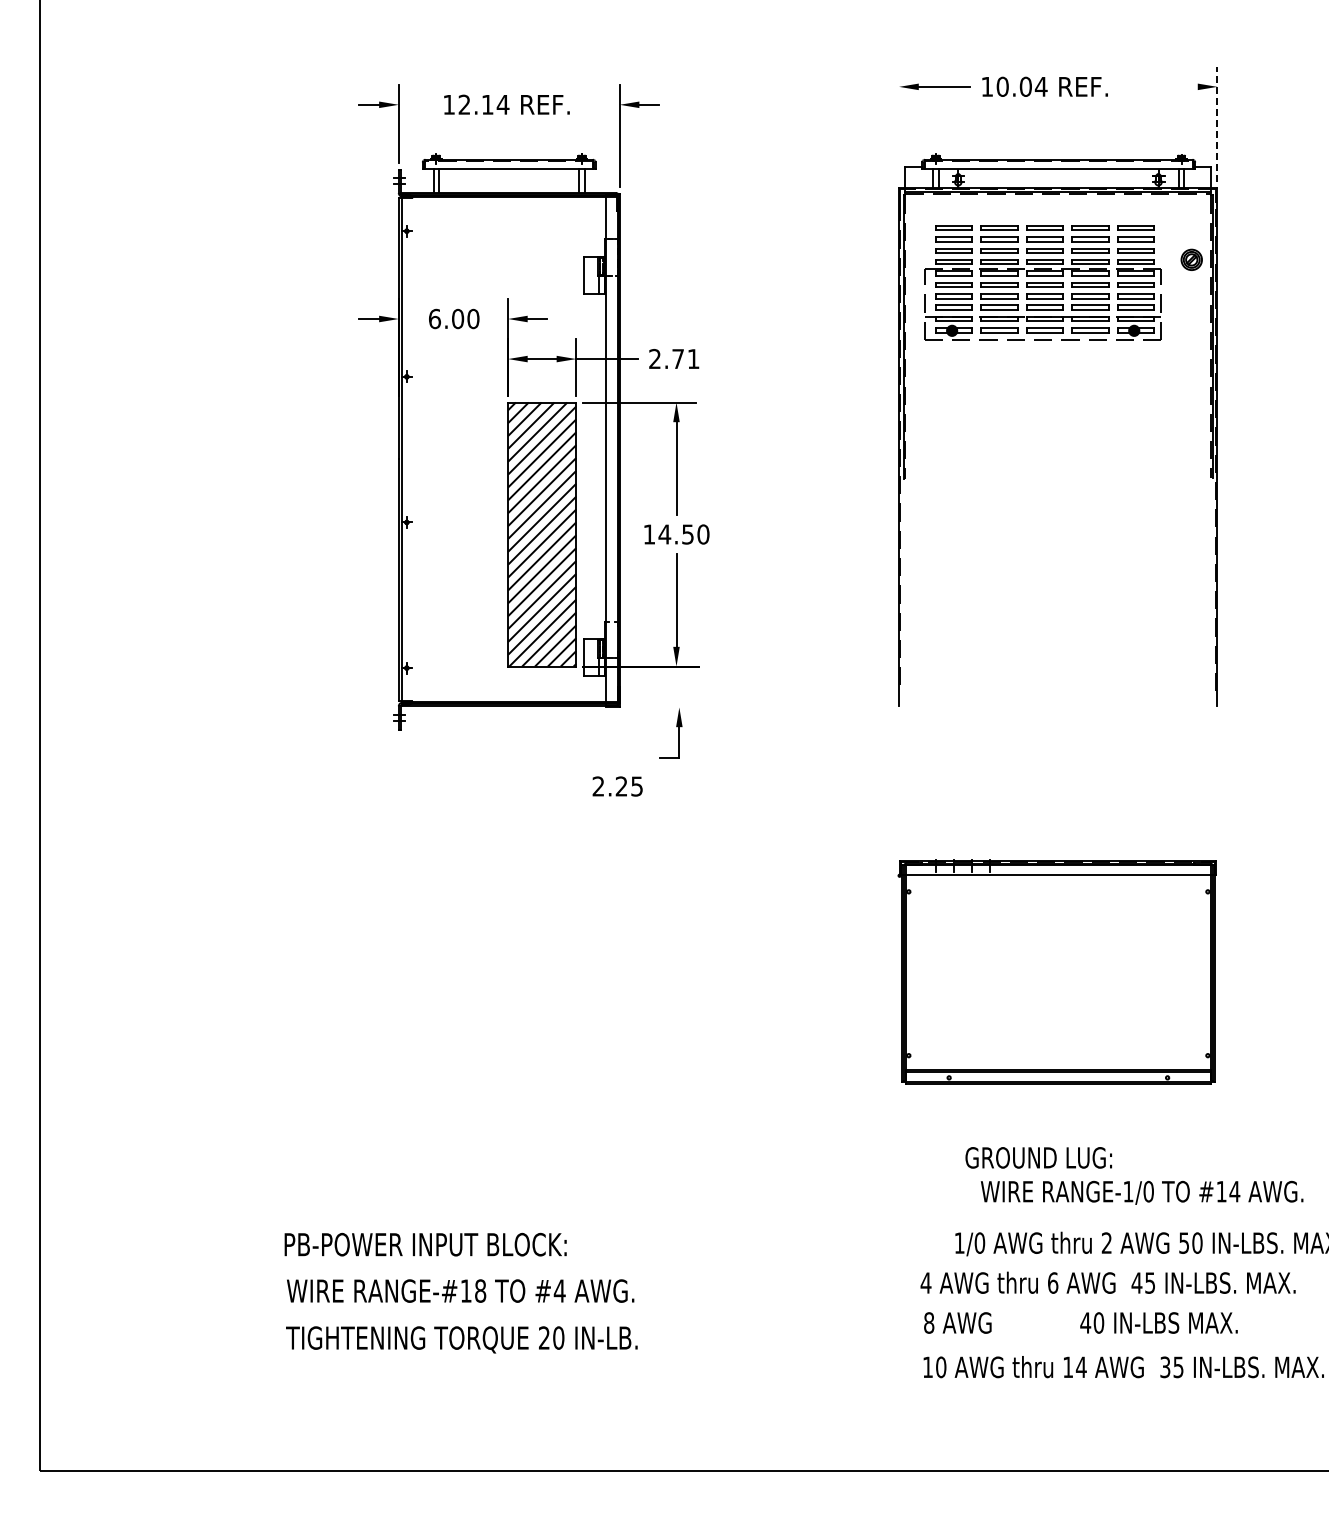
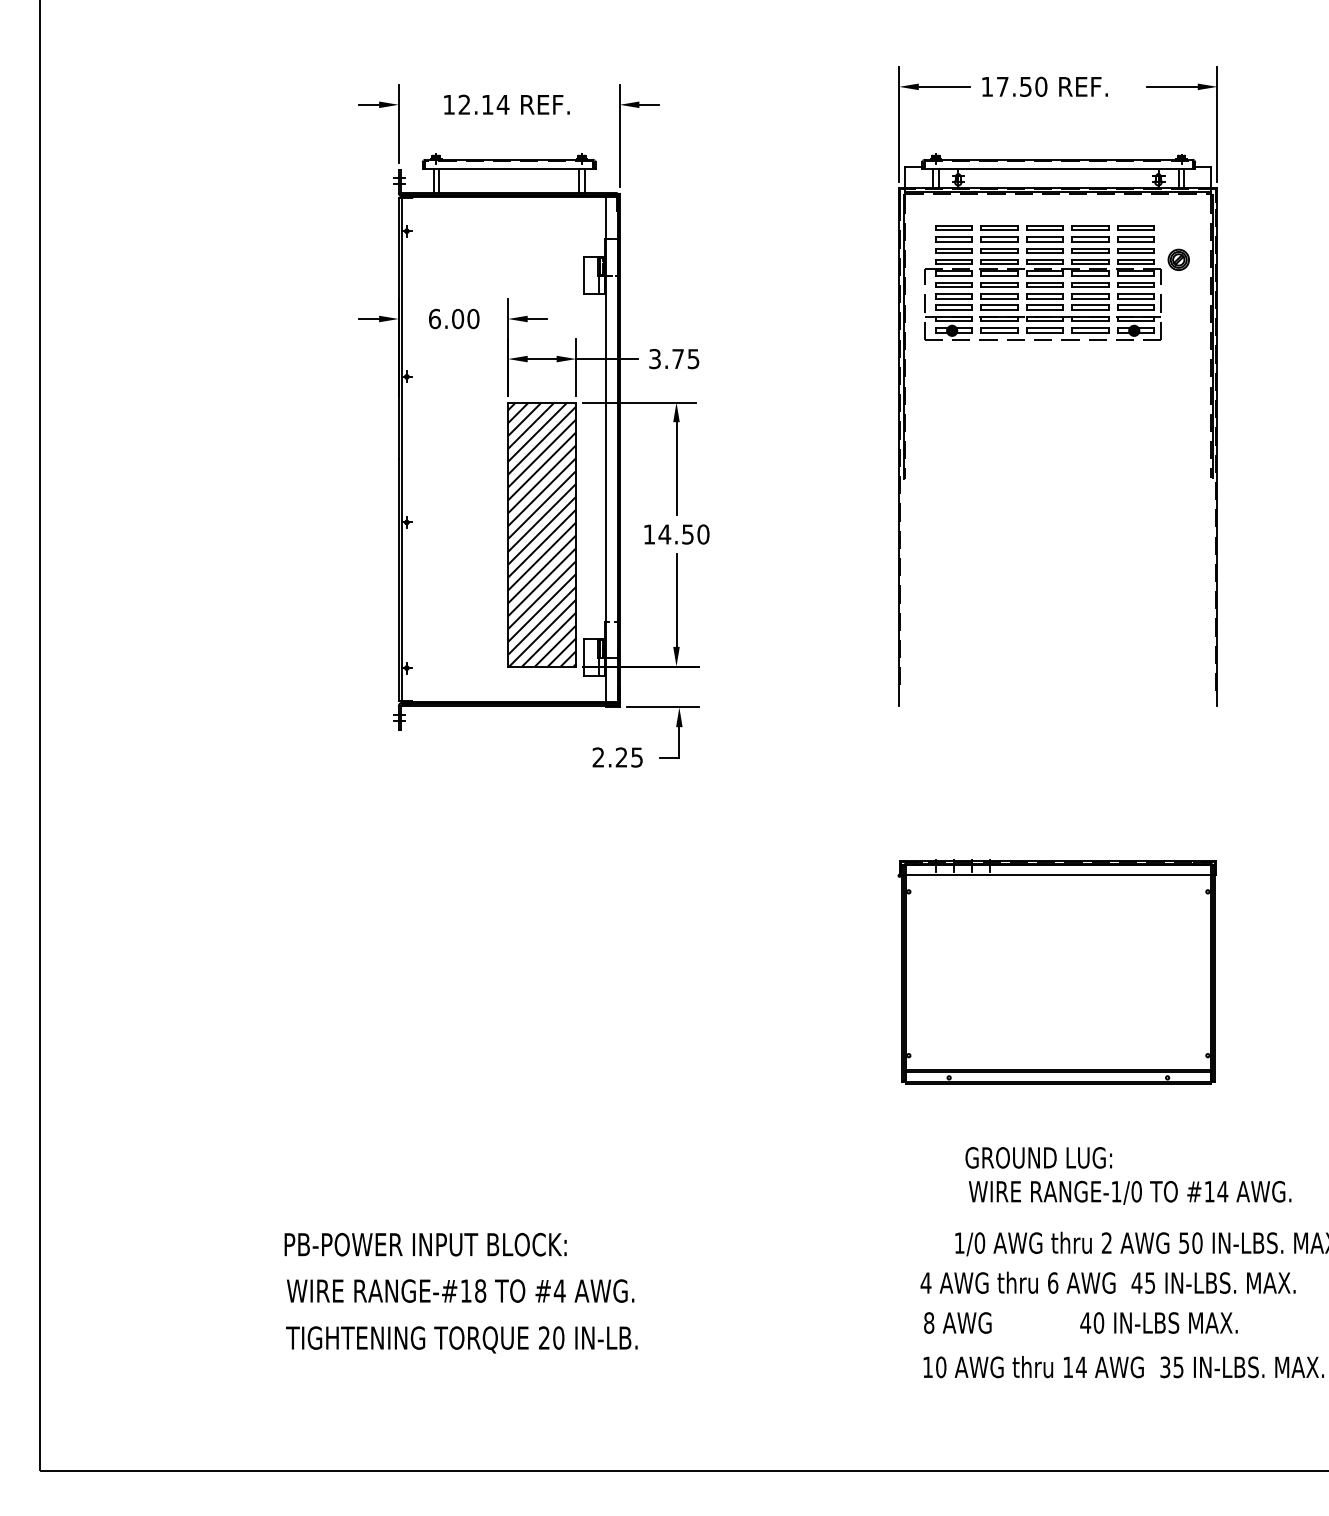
text at (1021, 86): 10.04 -> 17.50
line at (1171, 86): none -> present
line at (1217, 123): dashed -> solid
line at (899, 124): none -> present
part at (1191, 259) position: (1191, 259) -> (1178, 259)
text at (674, 359): 2.71 -> 3.75
line at (662, 707): none -> present
text at (617, 786) position: (617, 786) -> (617, 757)
text at (1142, 1192) position: (1142, 1192) -> (1130, 1192)
